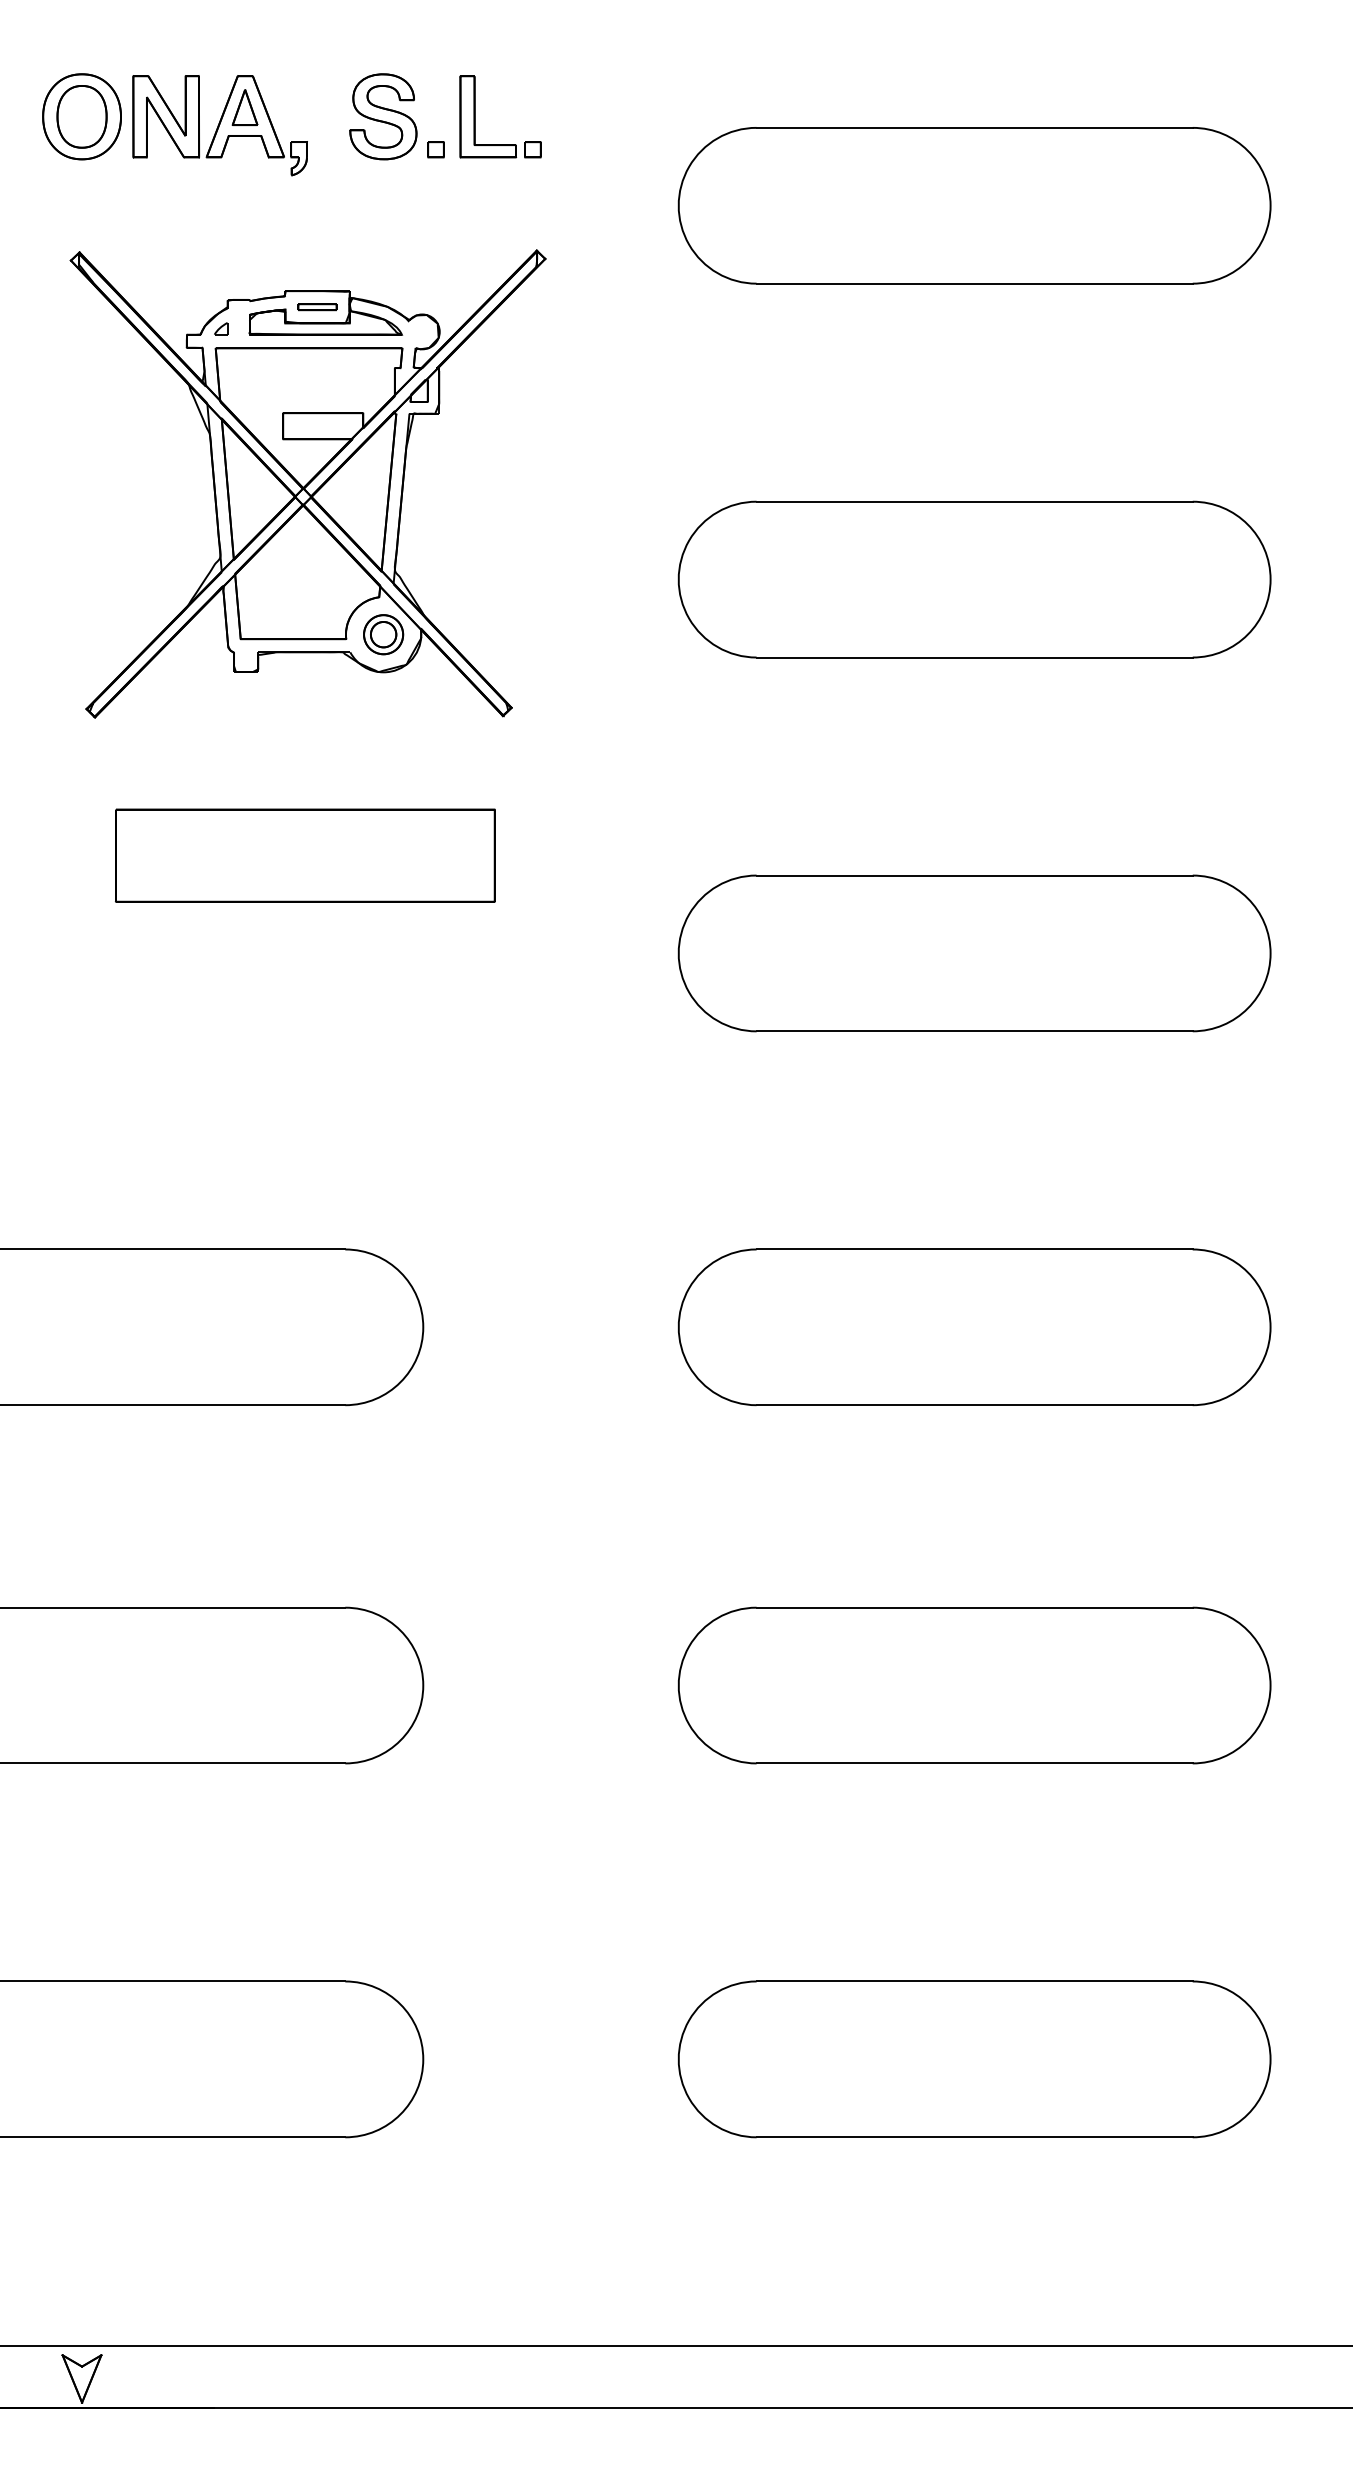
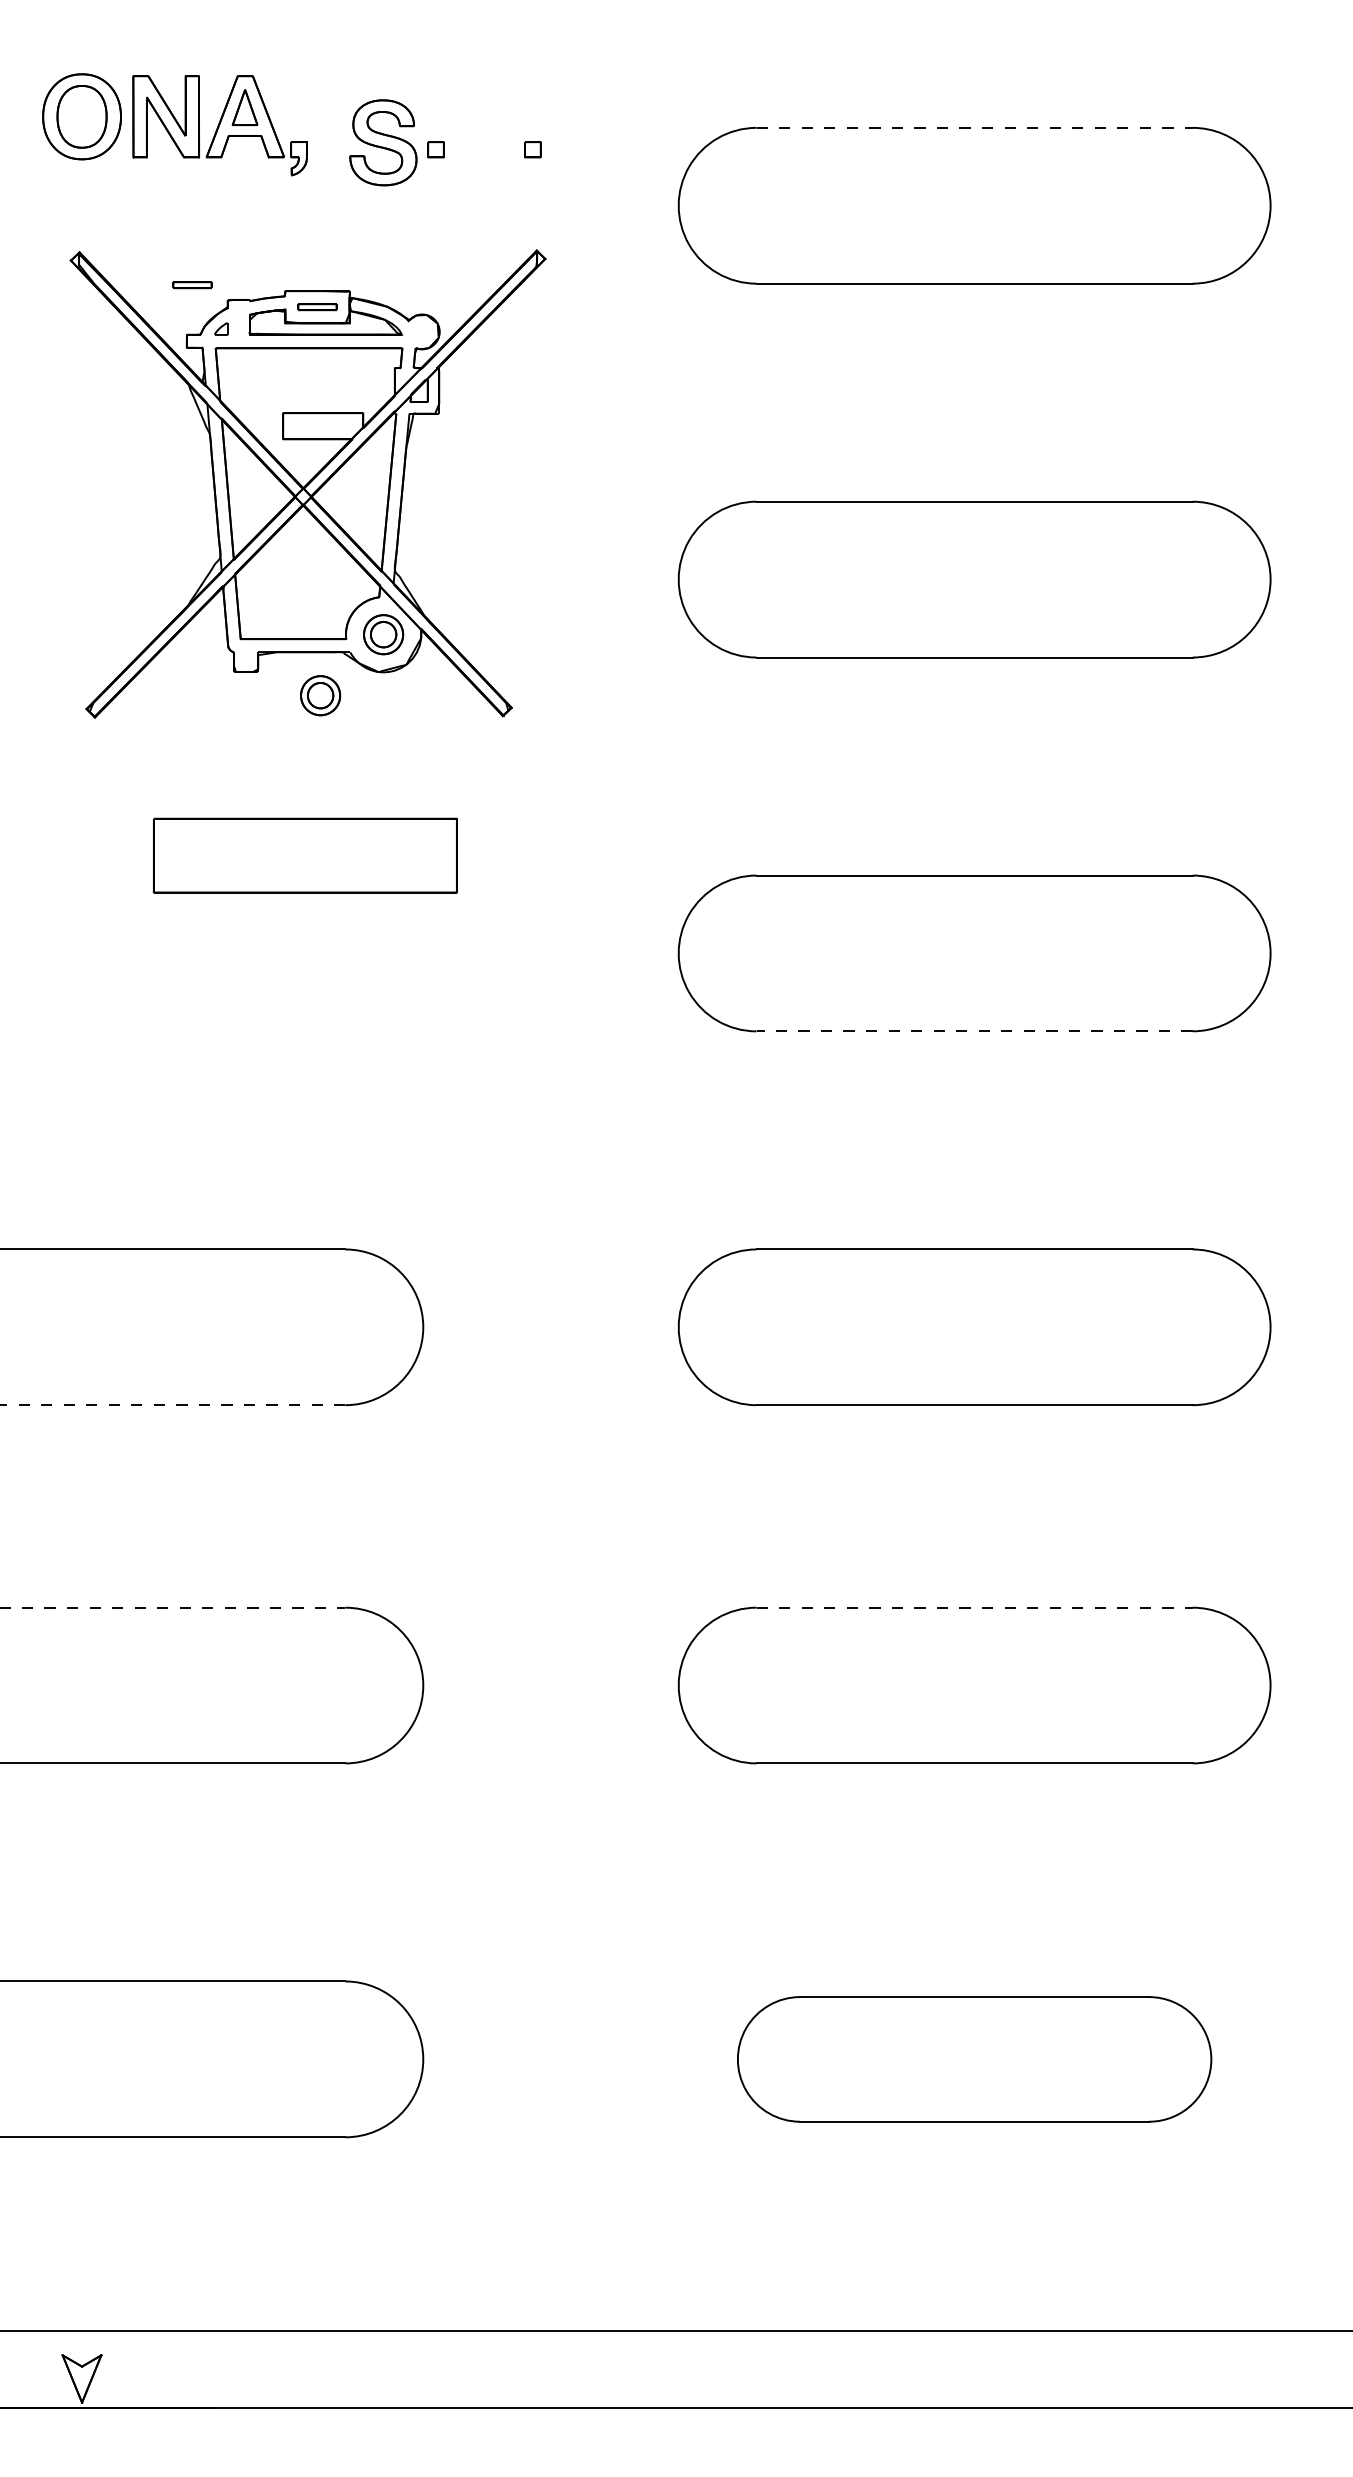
part at (383, 116) position: (383, 116) -> (383, 142)
part at (475, 116): present -> none
line at (975, 127): solid -> dashed
part at (192, 285): none -> present
part at (320, 695): none -> present
part at (305, 855) size: 381x95 px -> 306x77 px
line at (974, 1031): solid -> dashed
line at (172, 1405): solid -> dashed
line at (172, 1607): solid -> dashed
line at (975, 1607): solid -> dashed
part at (974, 2059) size: 595x159 px -> 476x127 px
line at (675, 2346) position: (675, 2346) -> (675, 2331)
